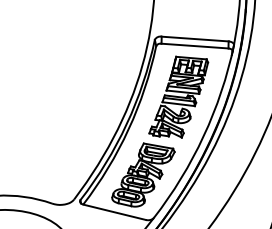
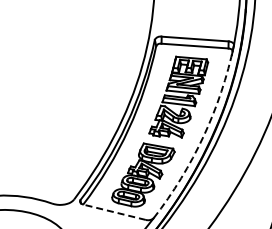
arc at (203, 136): solid -> dashed
line at (114, 212): solid -> dashed
